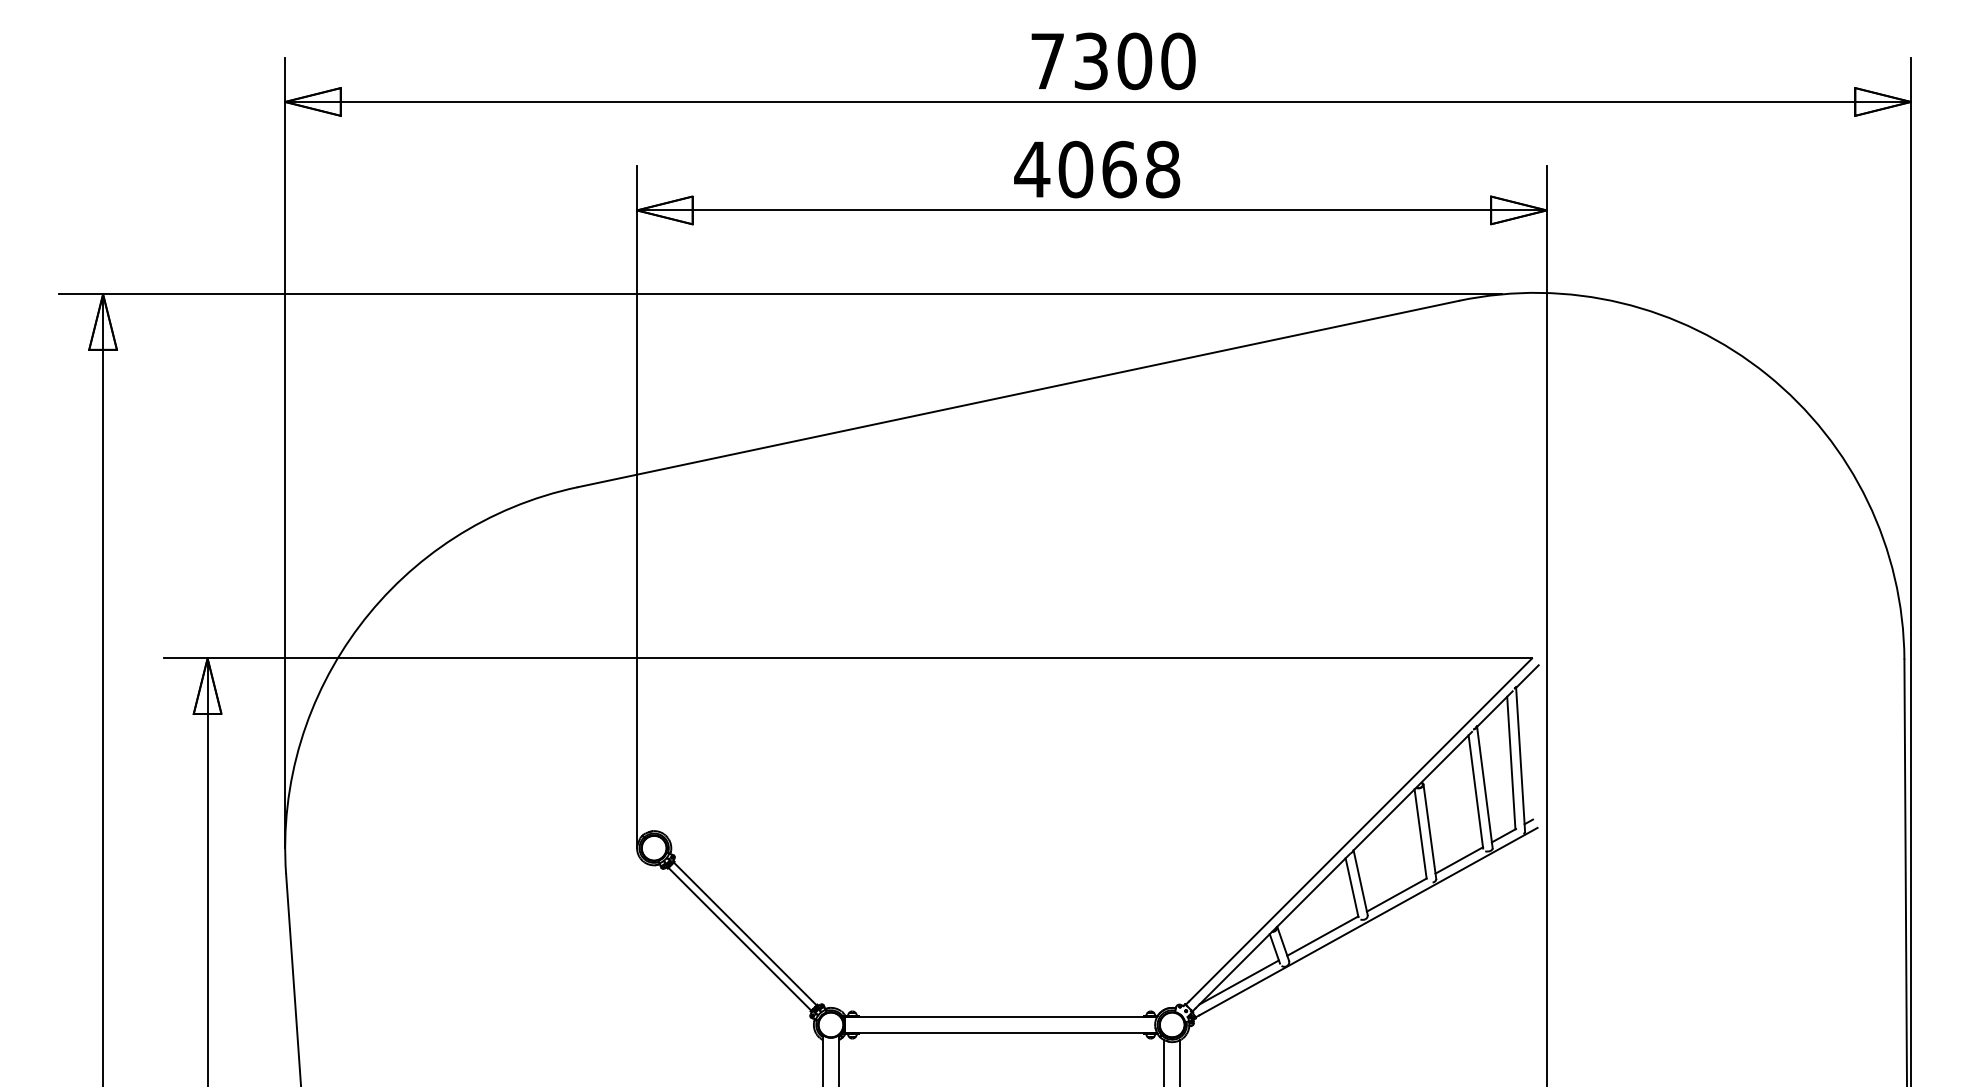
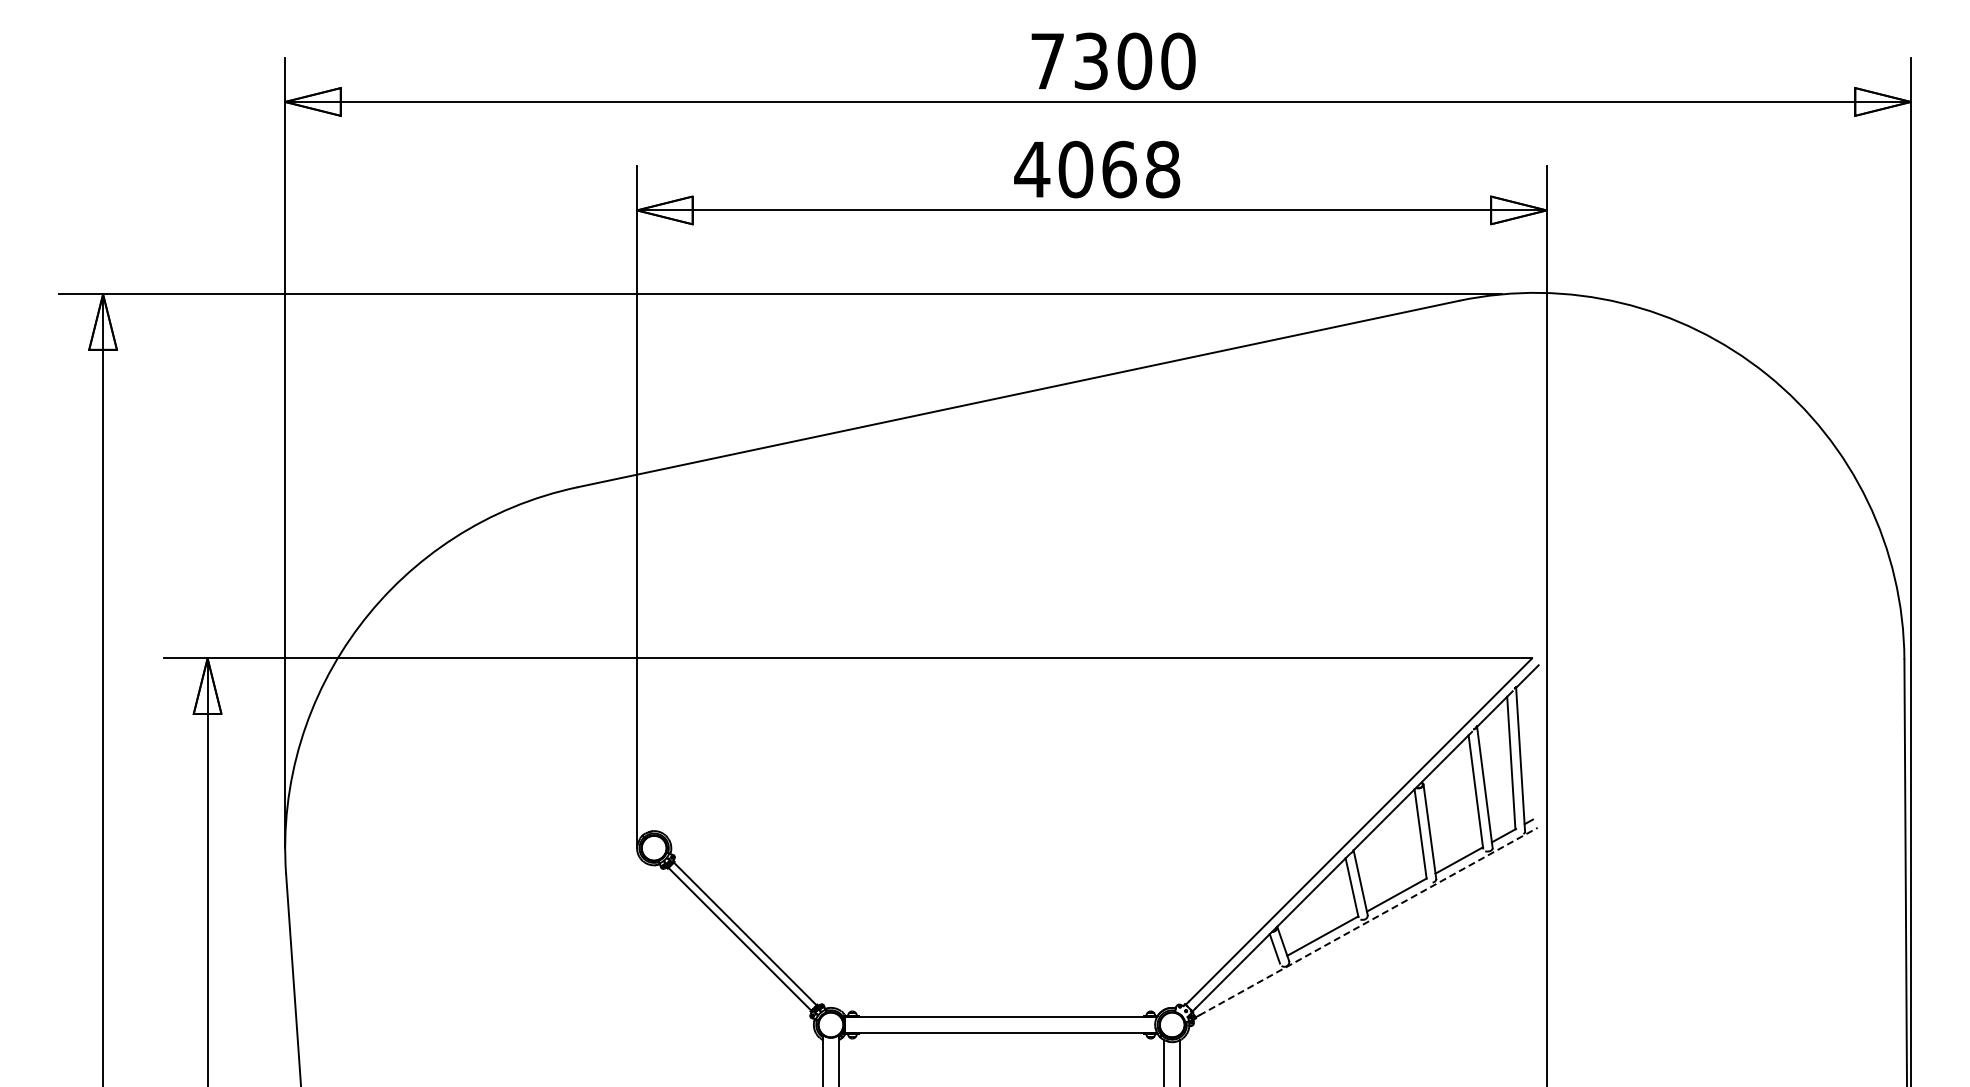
line at (1368, 921): solid -> dashed
line at (1238, 982): present -> none
